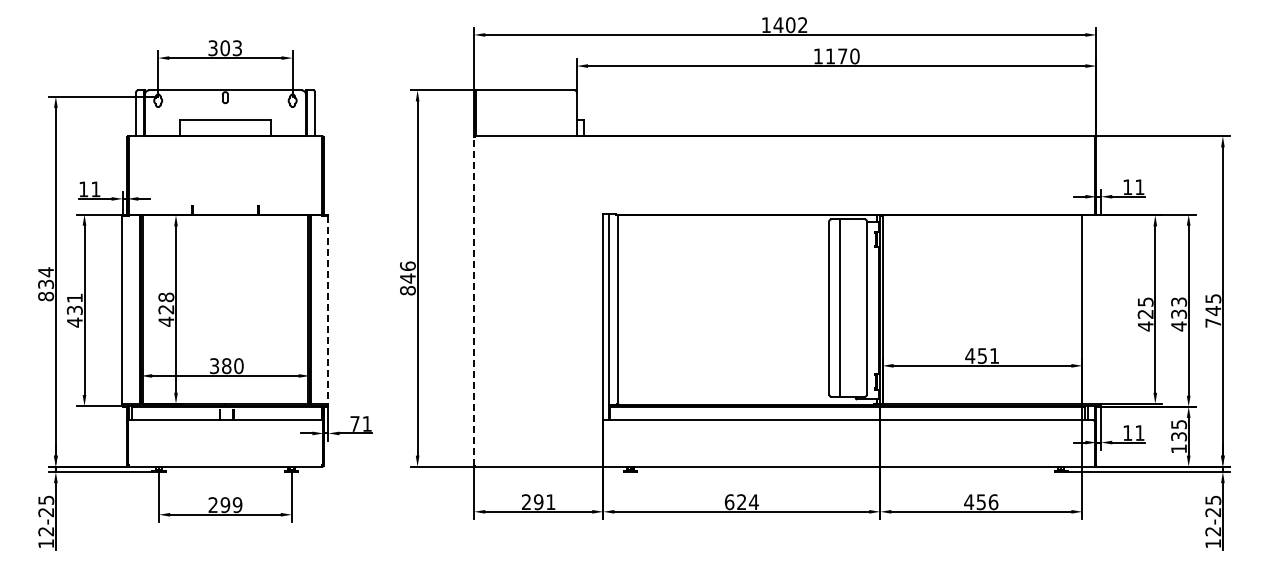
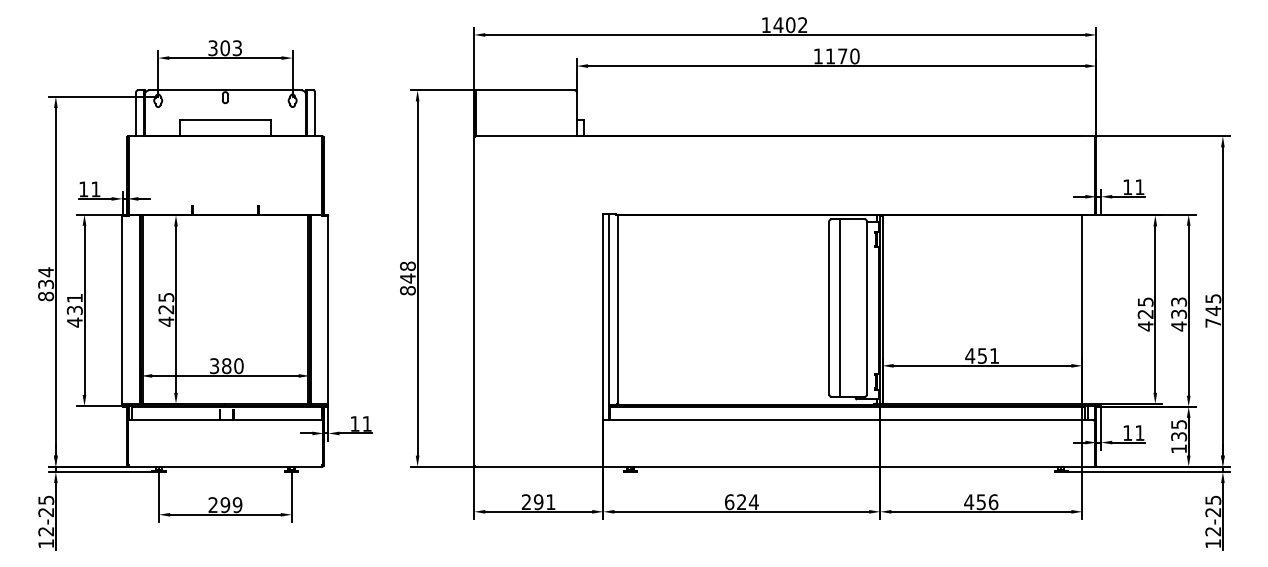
text at (407, 266): 846 -> 848
text at (166, 297): 428 -> 425
line at (474, 301): dashed -> solid
line at (328, 310): dashed -> solid
text at (354, 423): 71 -> 11
